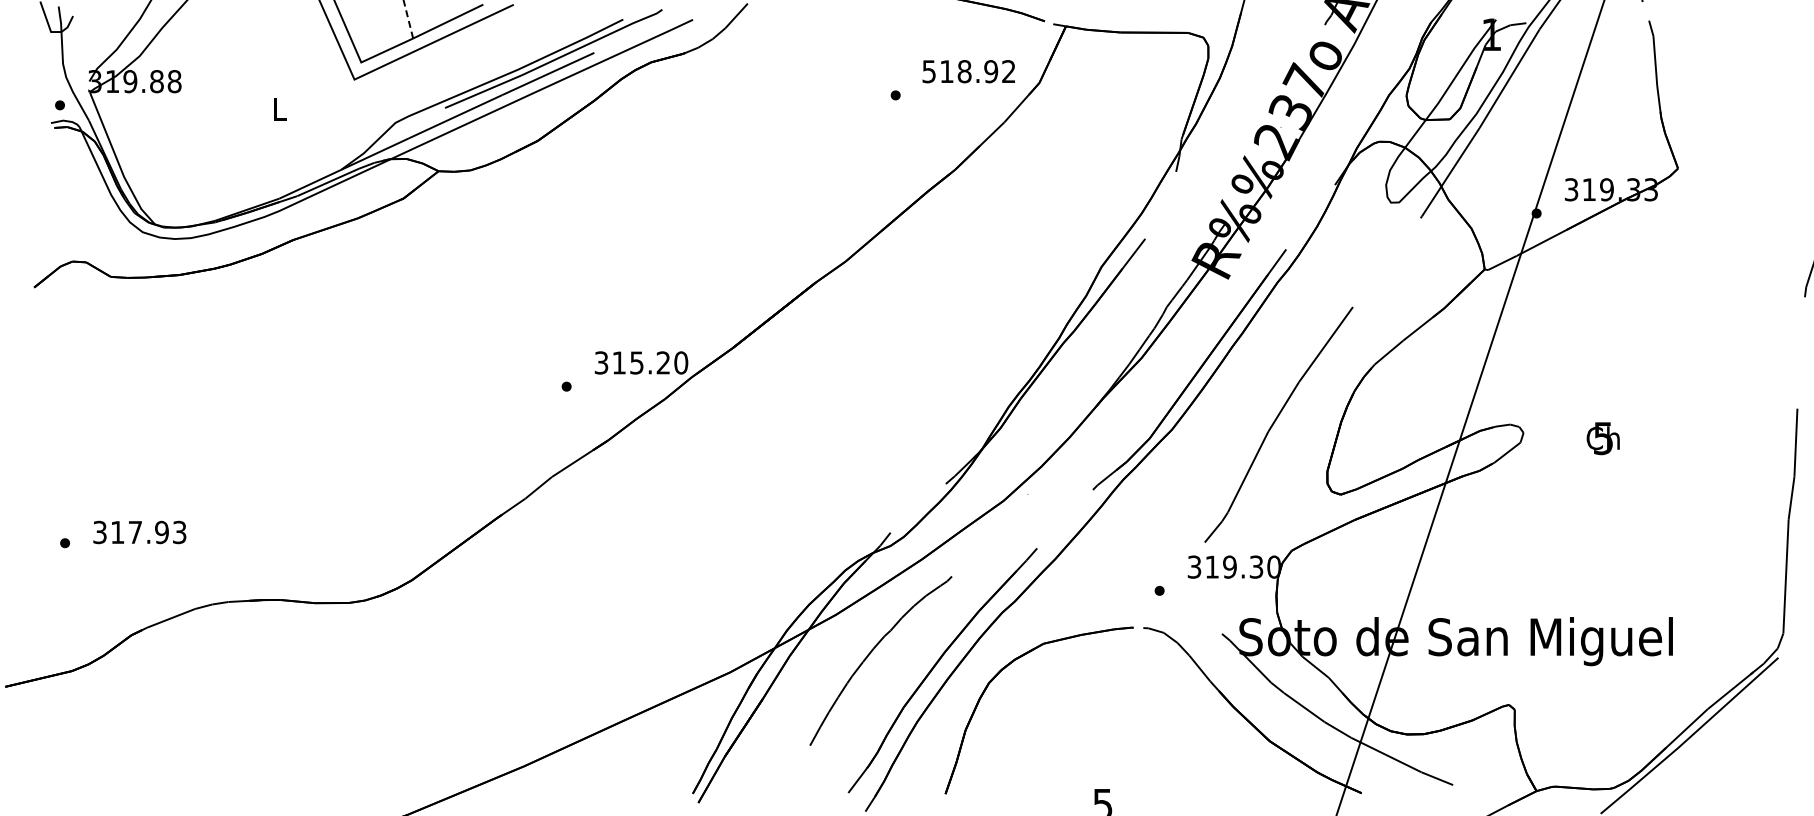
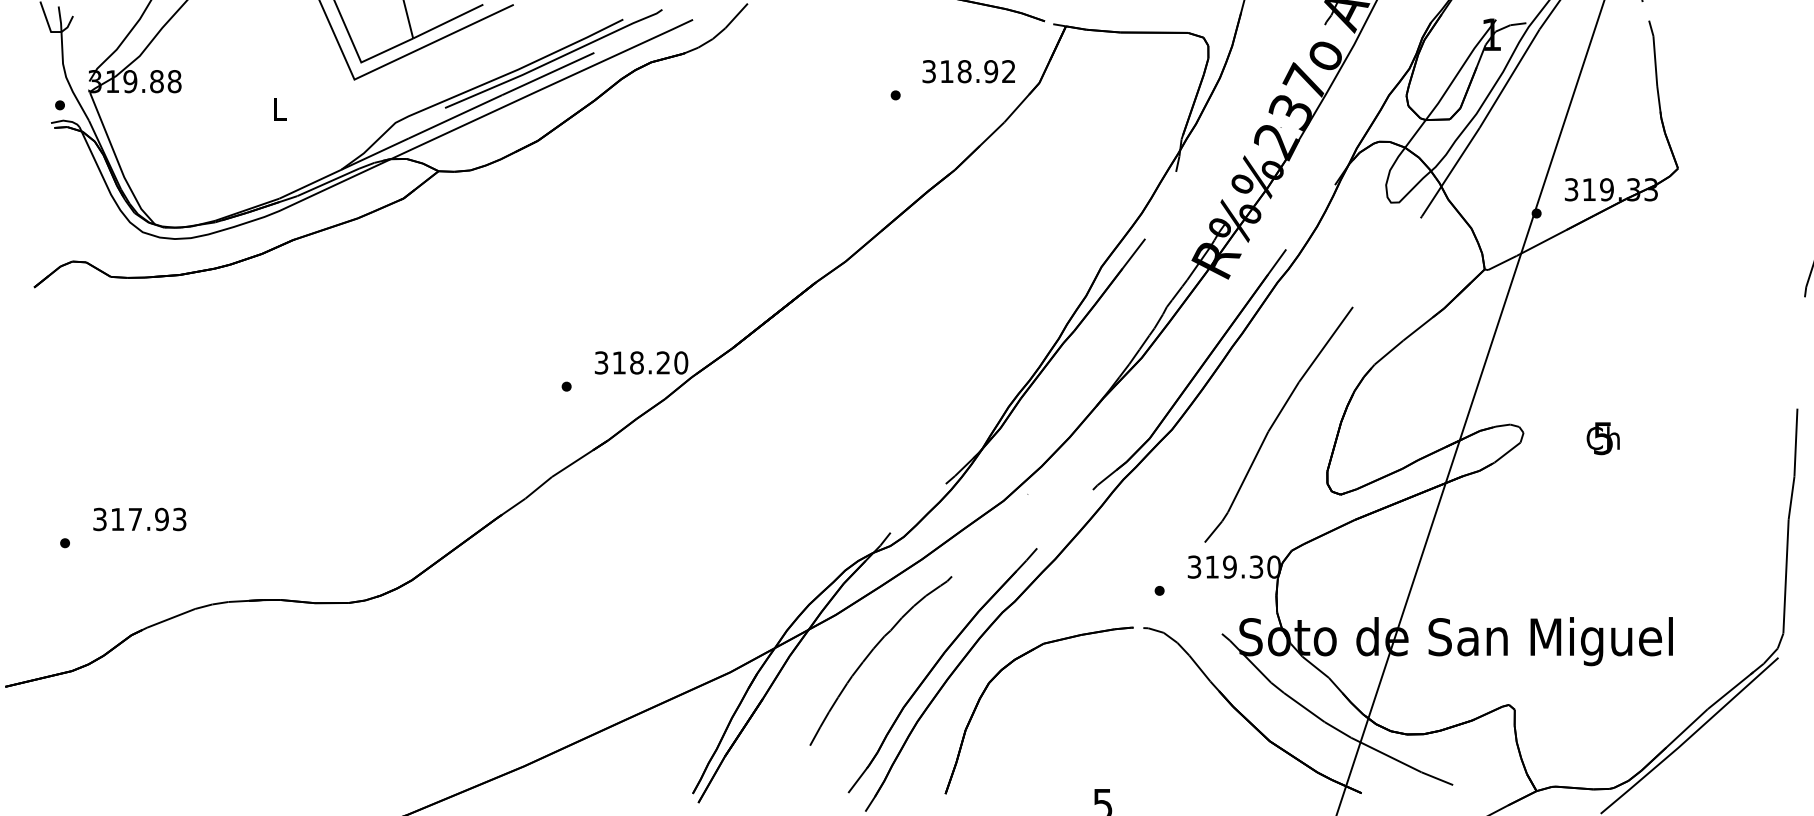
line at (408, 19): dashed -> solid
text at (929, 71): 518.92 -> 318.92
text at (636, 362): 315.20 -> 318.20
text at (139, 532) position: (139, 532) -> (139, 519)
